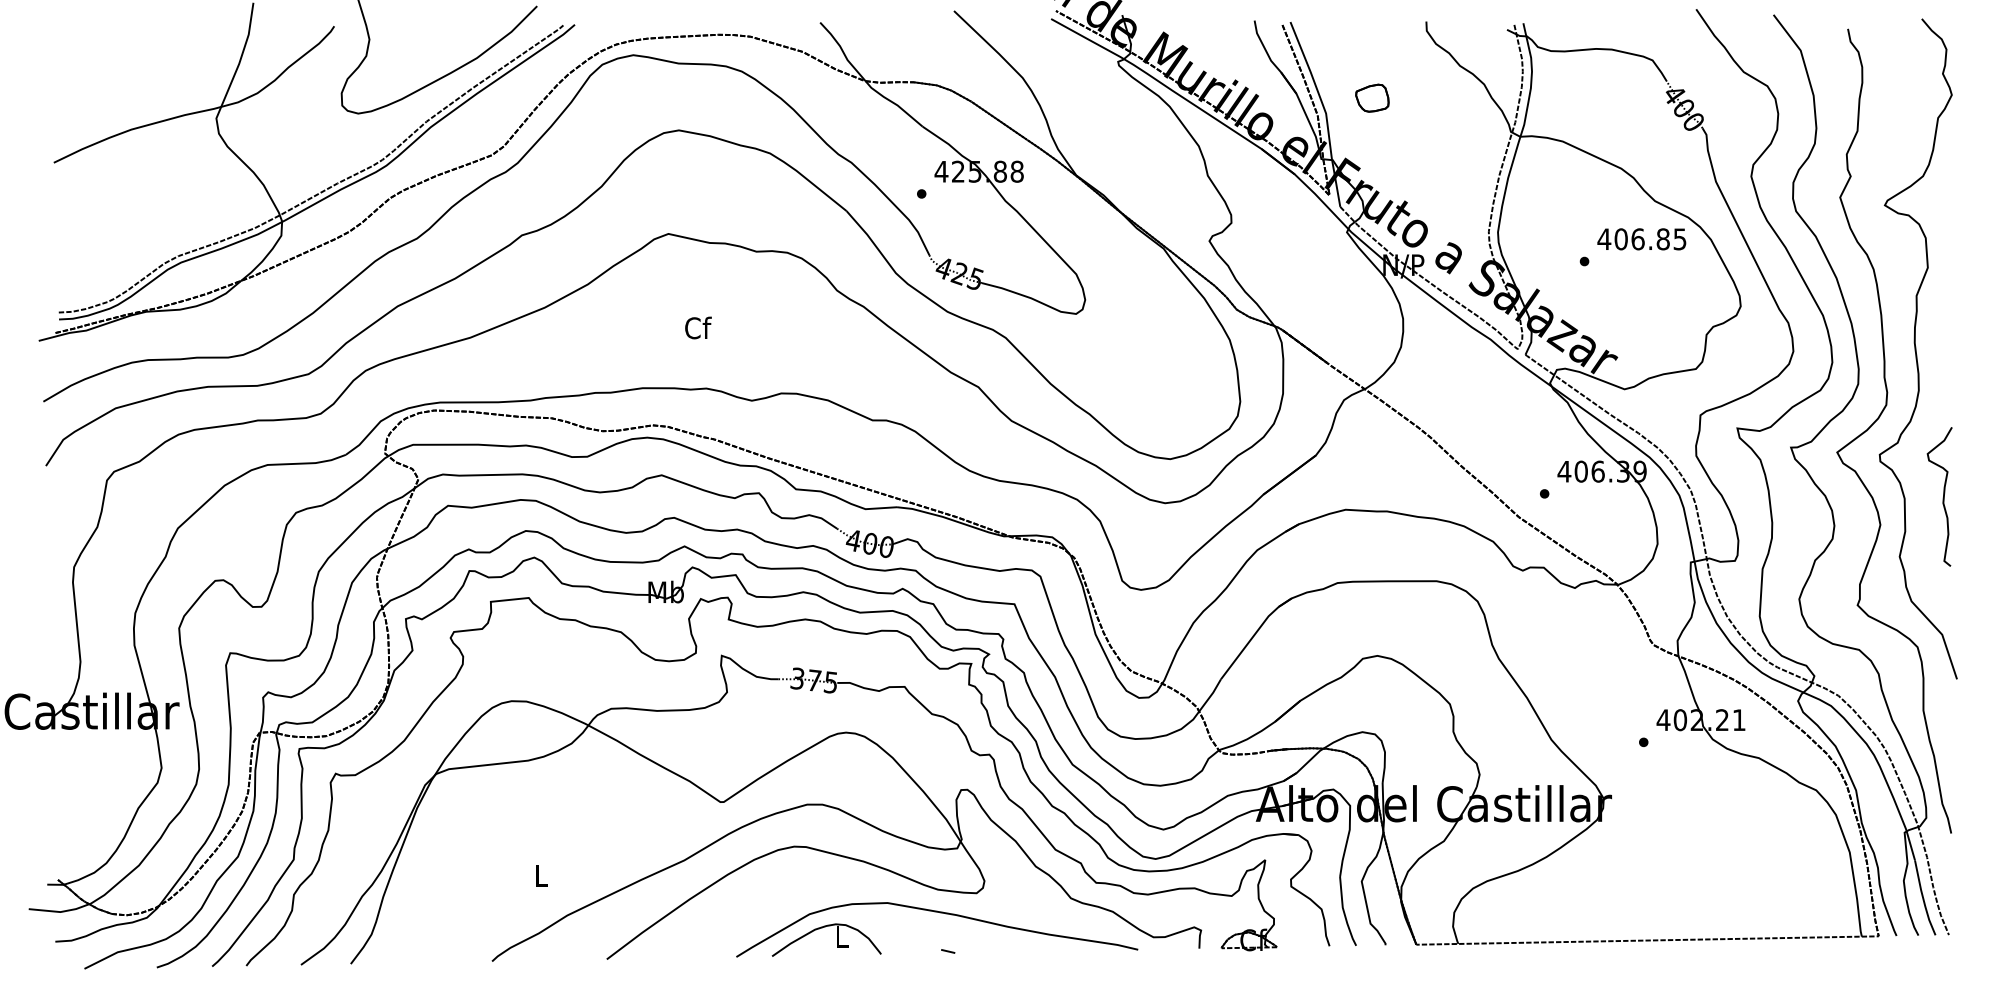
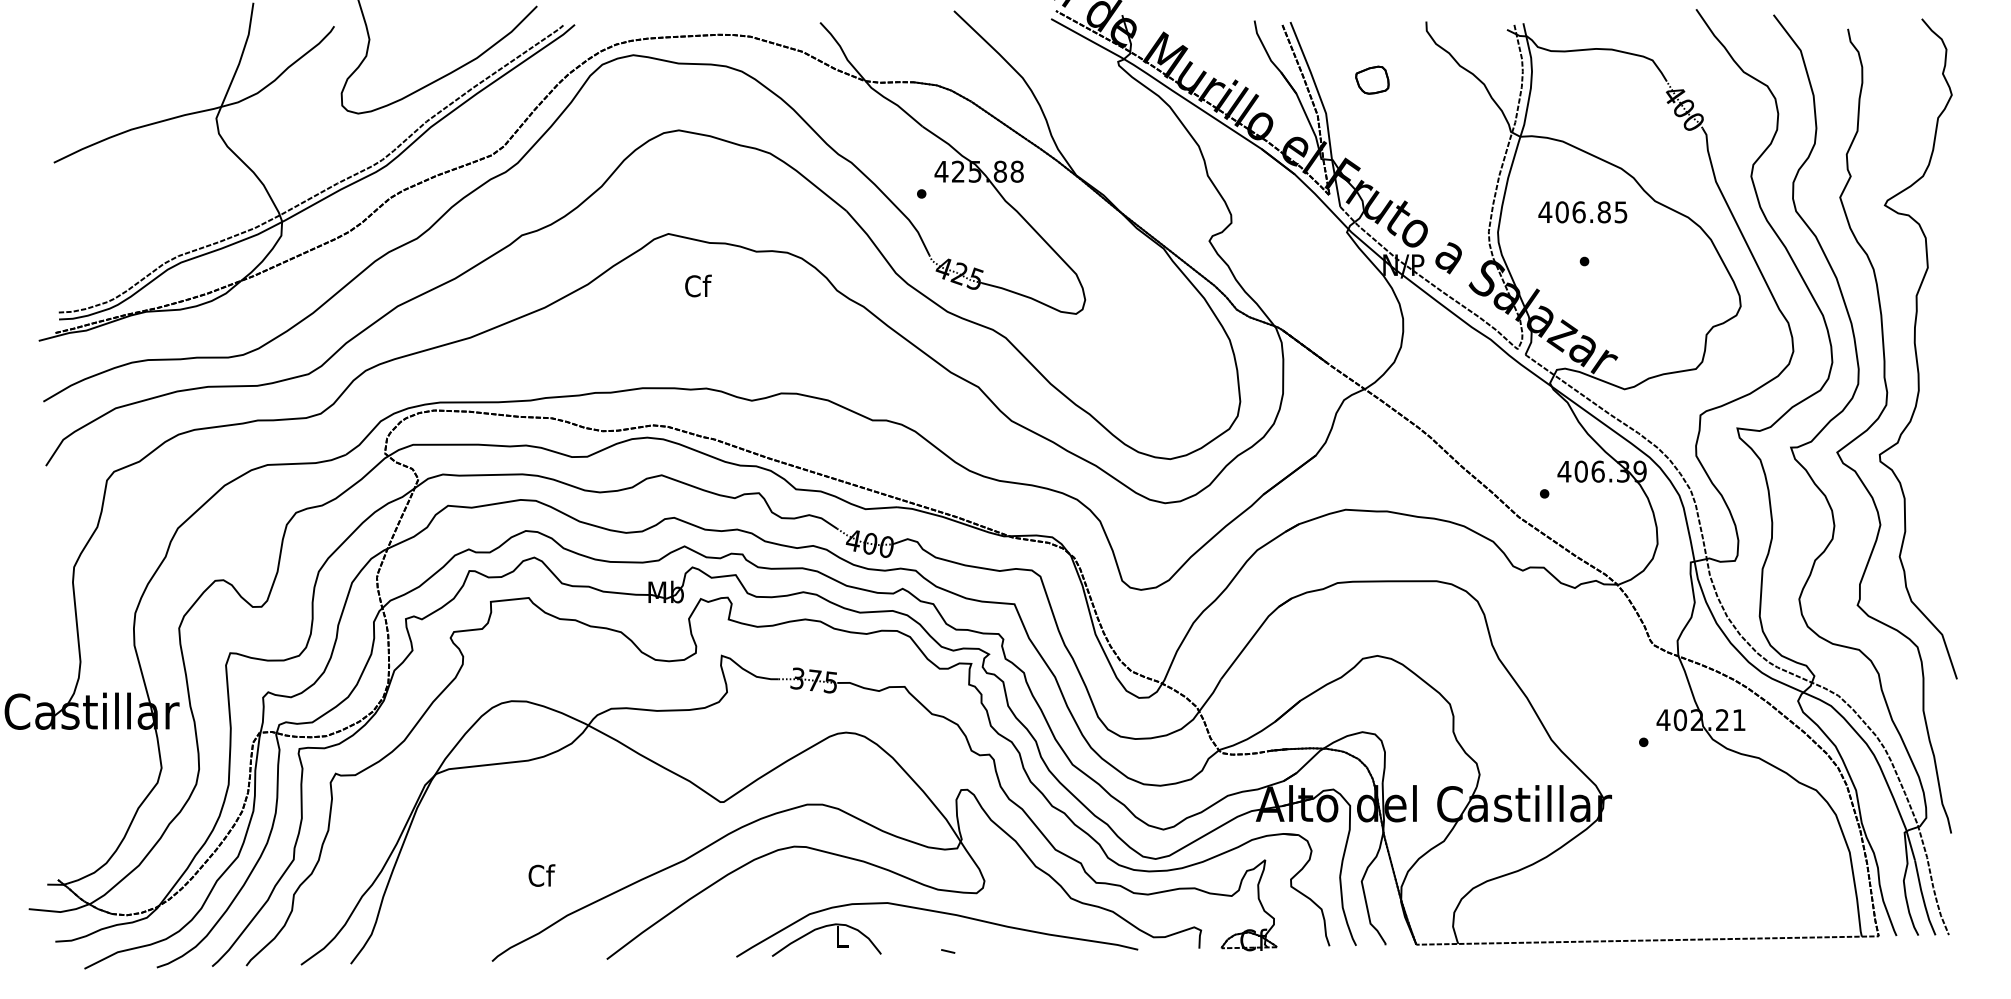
part at (1372, 97) position: (1372, 97) -> (1372, 79)
text at (1641, 239) position: (1641, 239) -> (1582, 212)
text at (698, 327) position: (698, 327) -> (698, 285)
curve at (1942, 498): present -> none
text at (541, 875): L -> Cf
